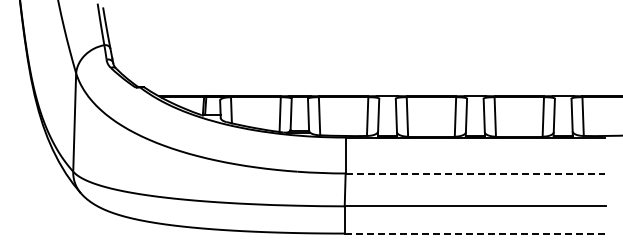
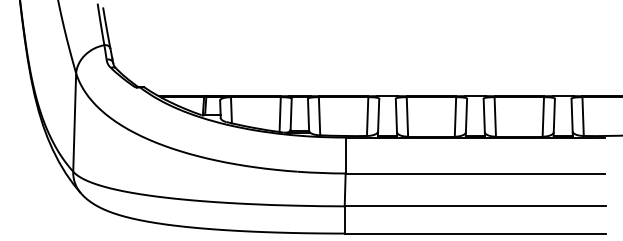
line at (475, 173): dashed -> solid
line at (475, 233): dashed -> solid
